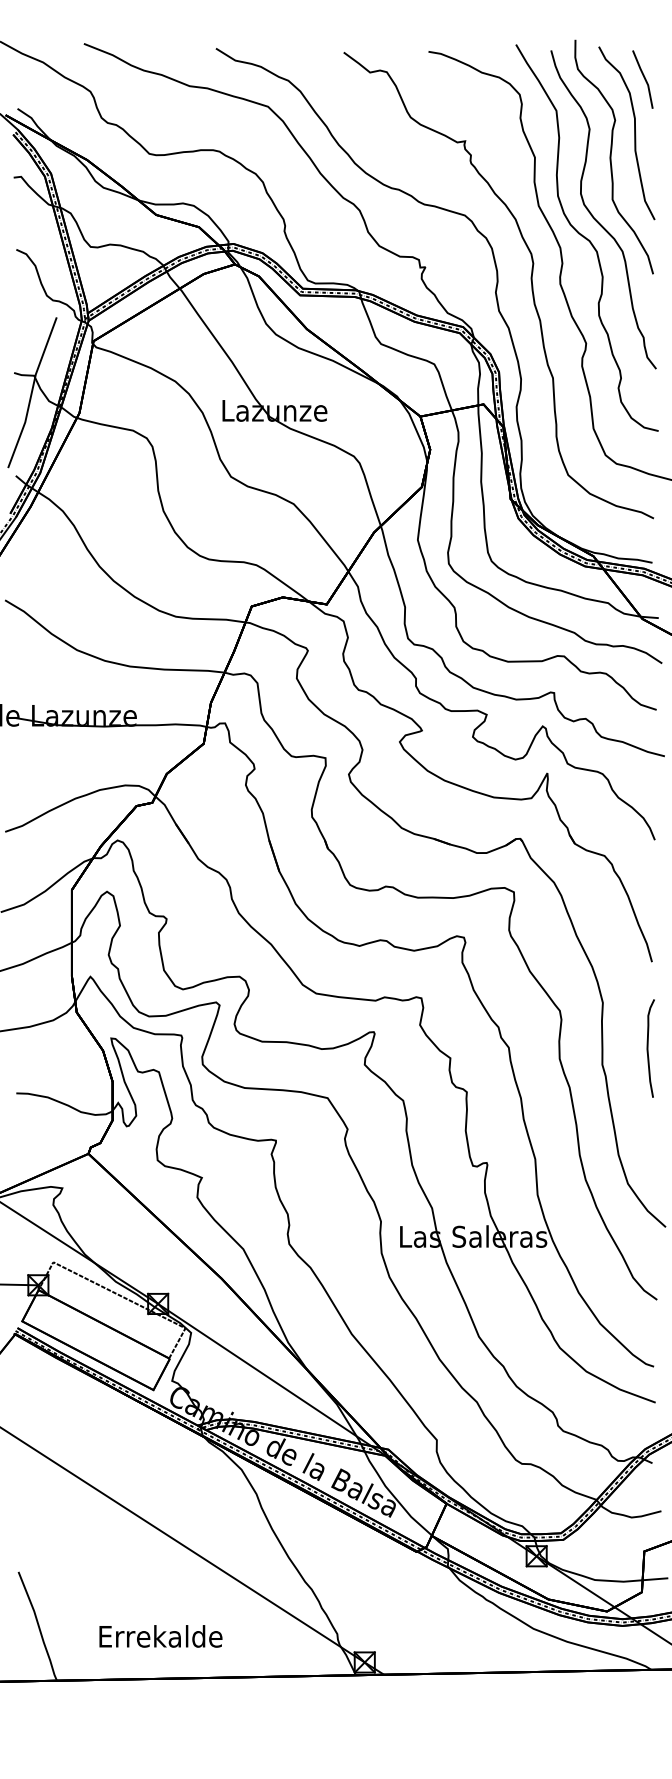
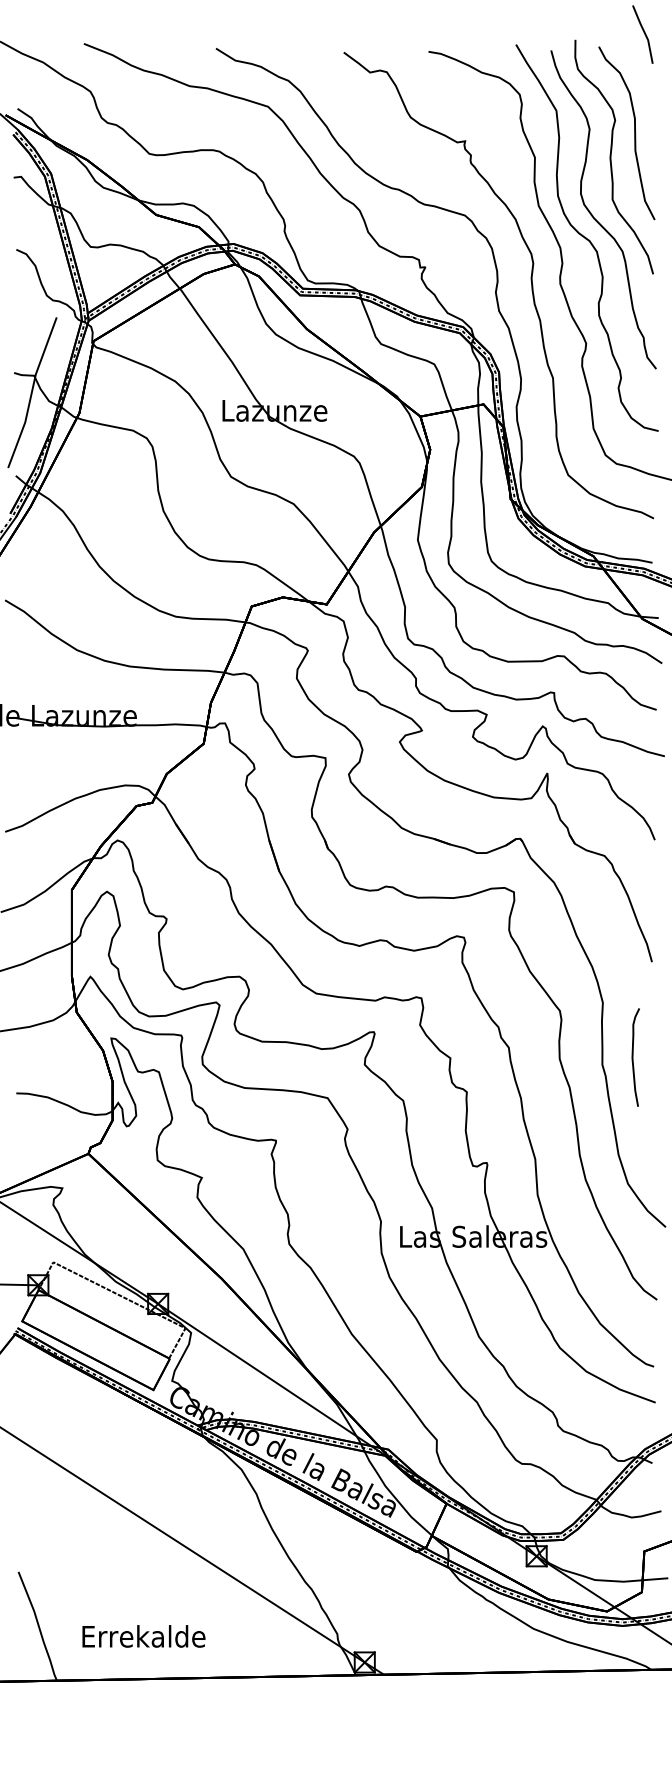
line at (644, 79) position: (644, 79) -> (644, 34)
curve at (648, 1048) position: (648, 1048) -> (633, 1057)
text at (160, 1636) position: (160, 1636) -> (143, 1636)
